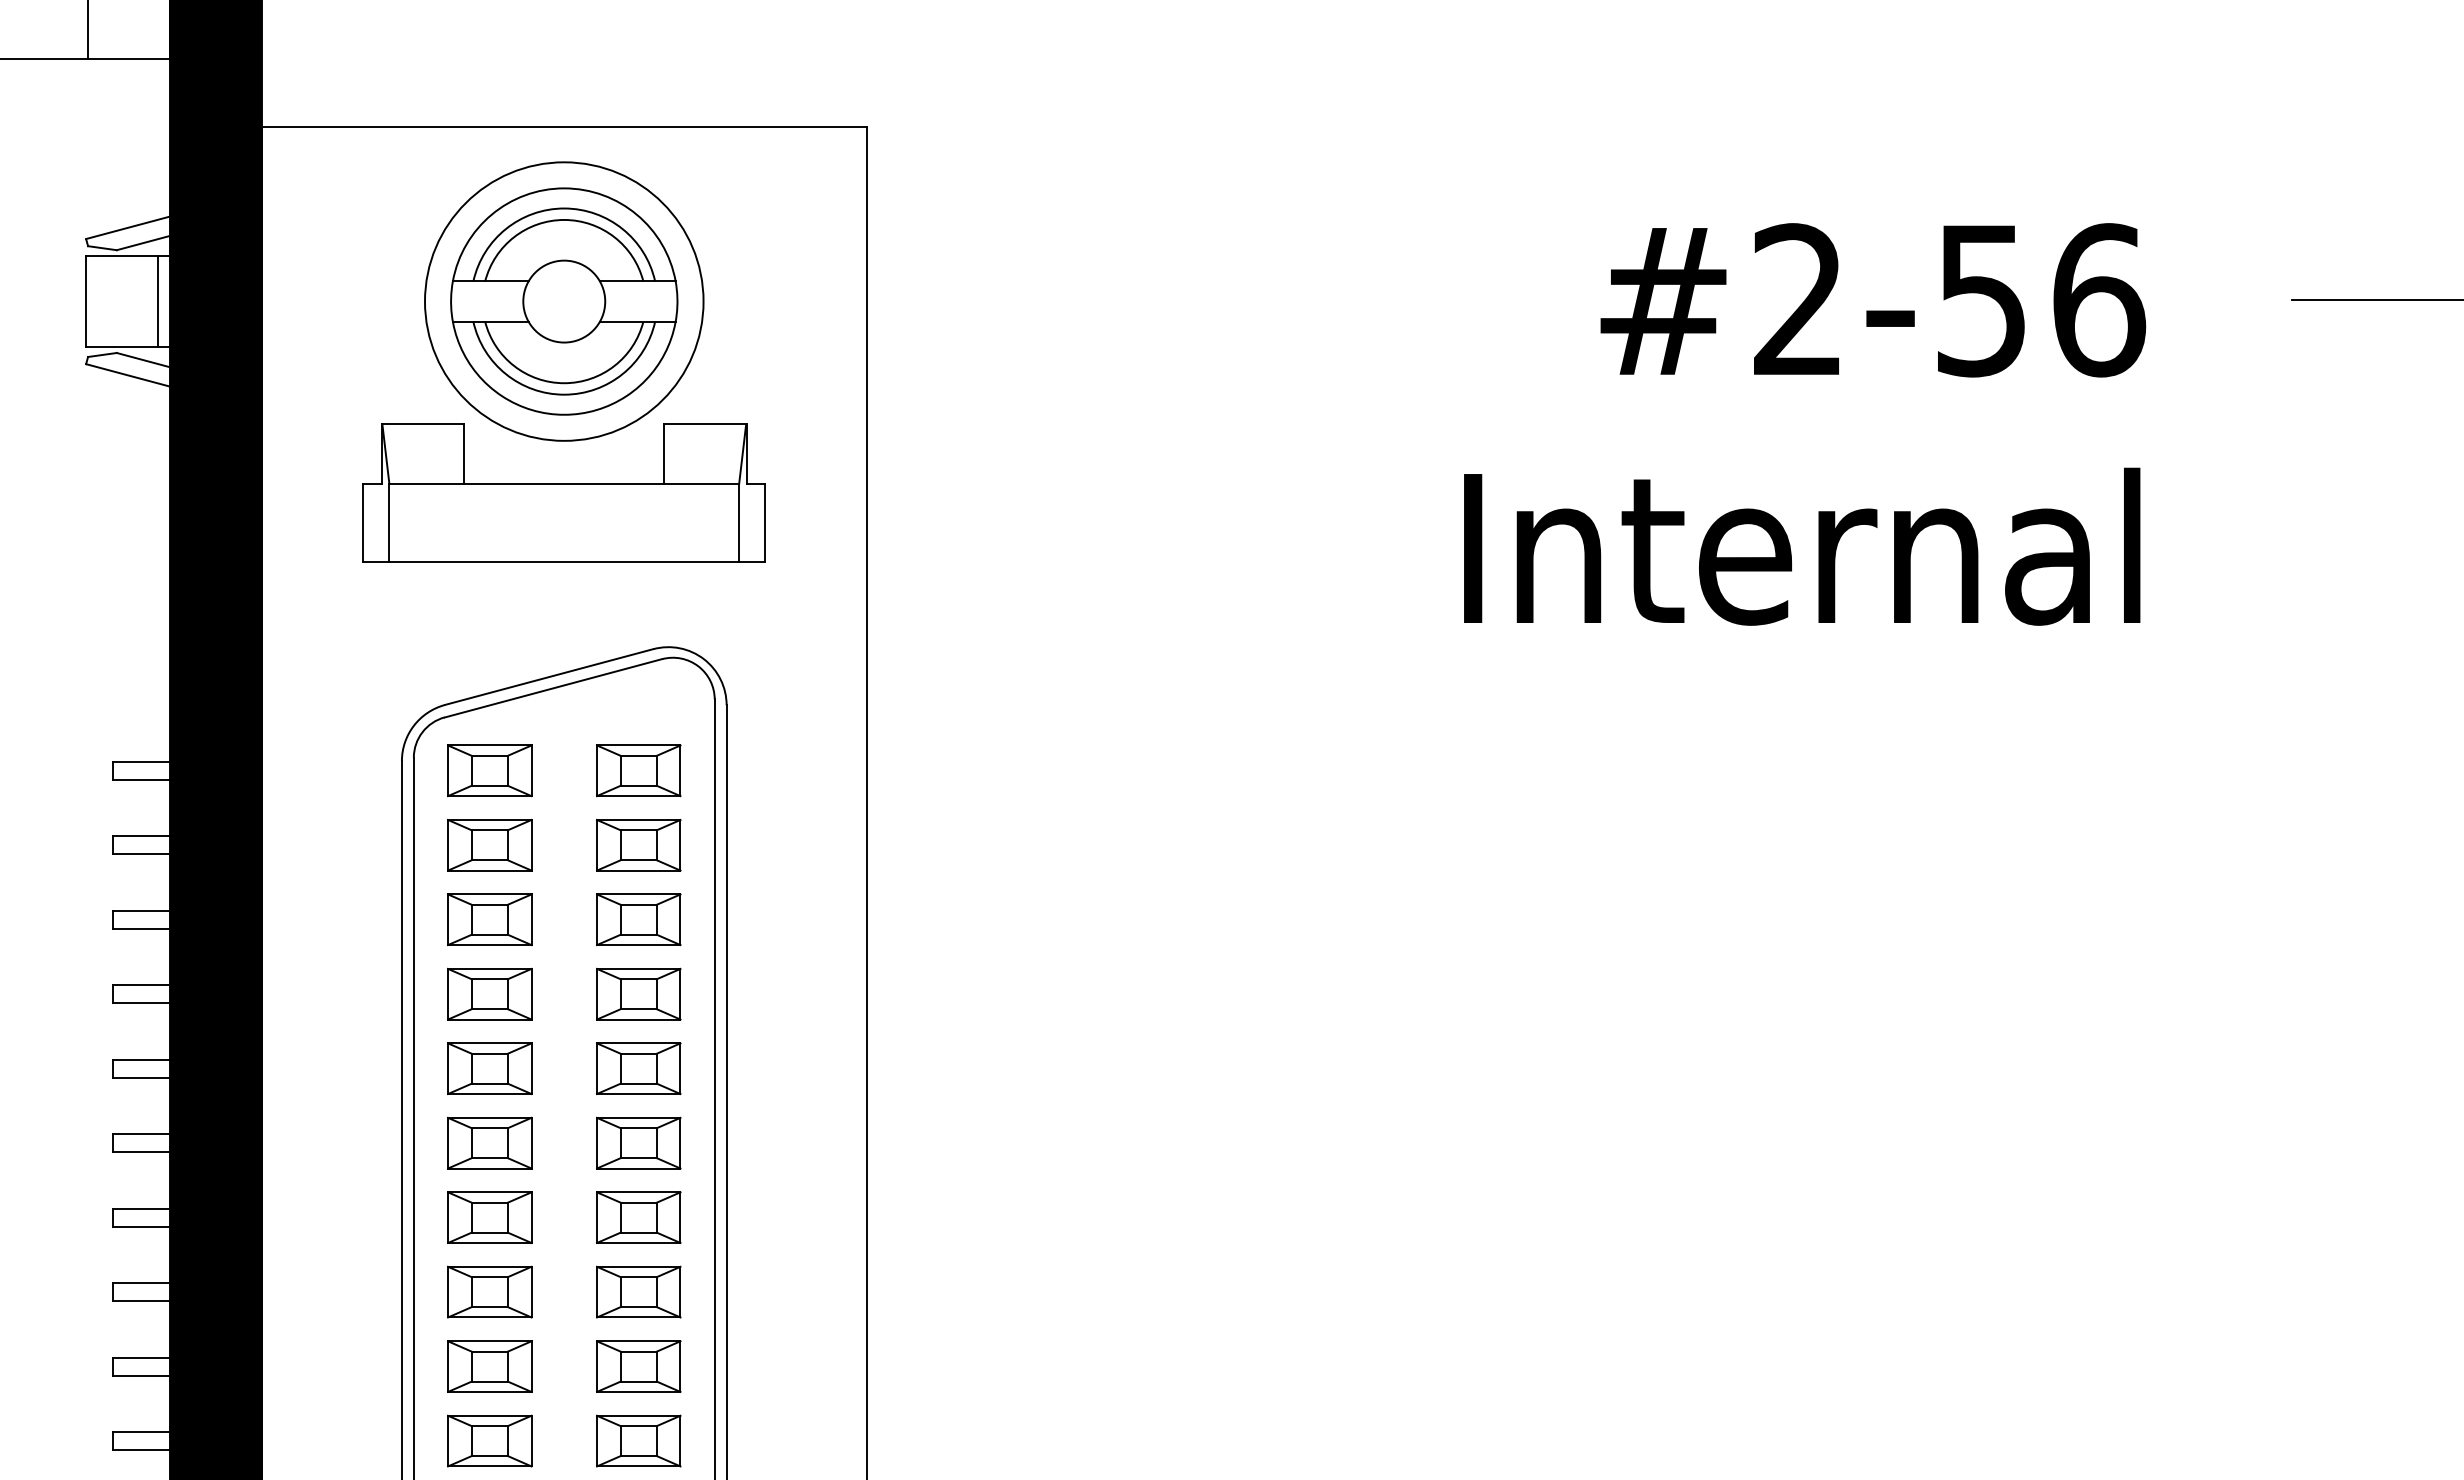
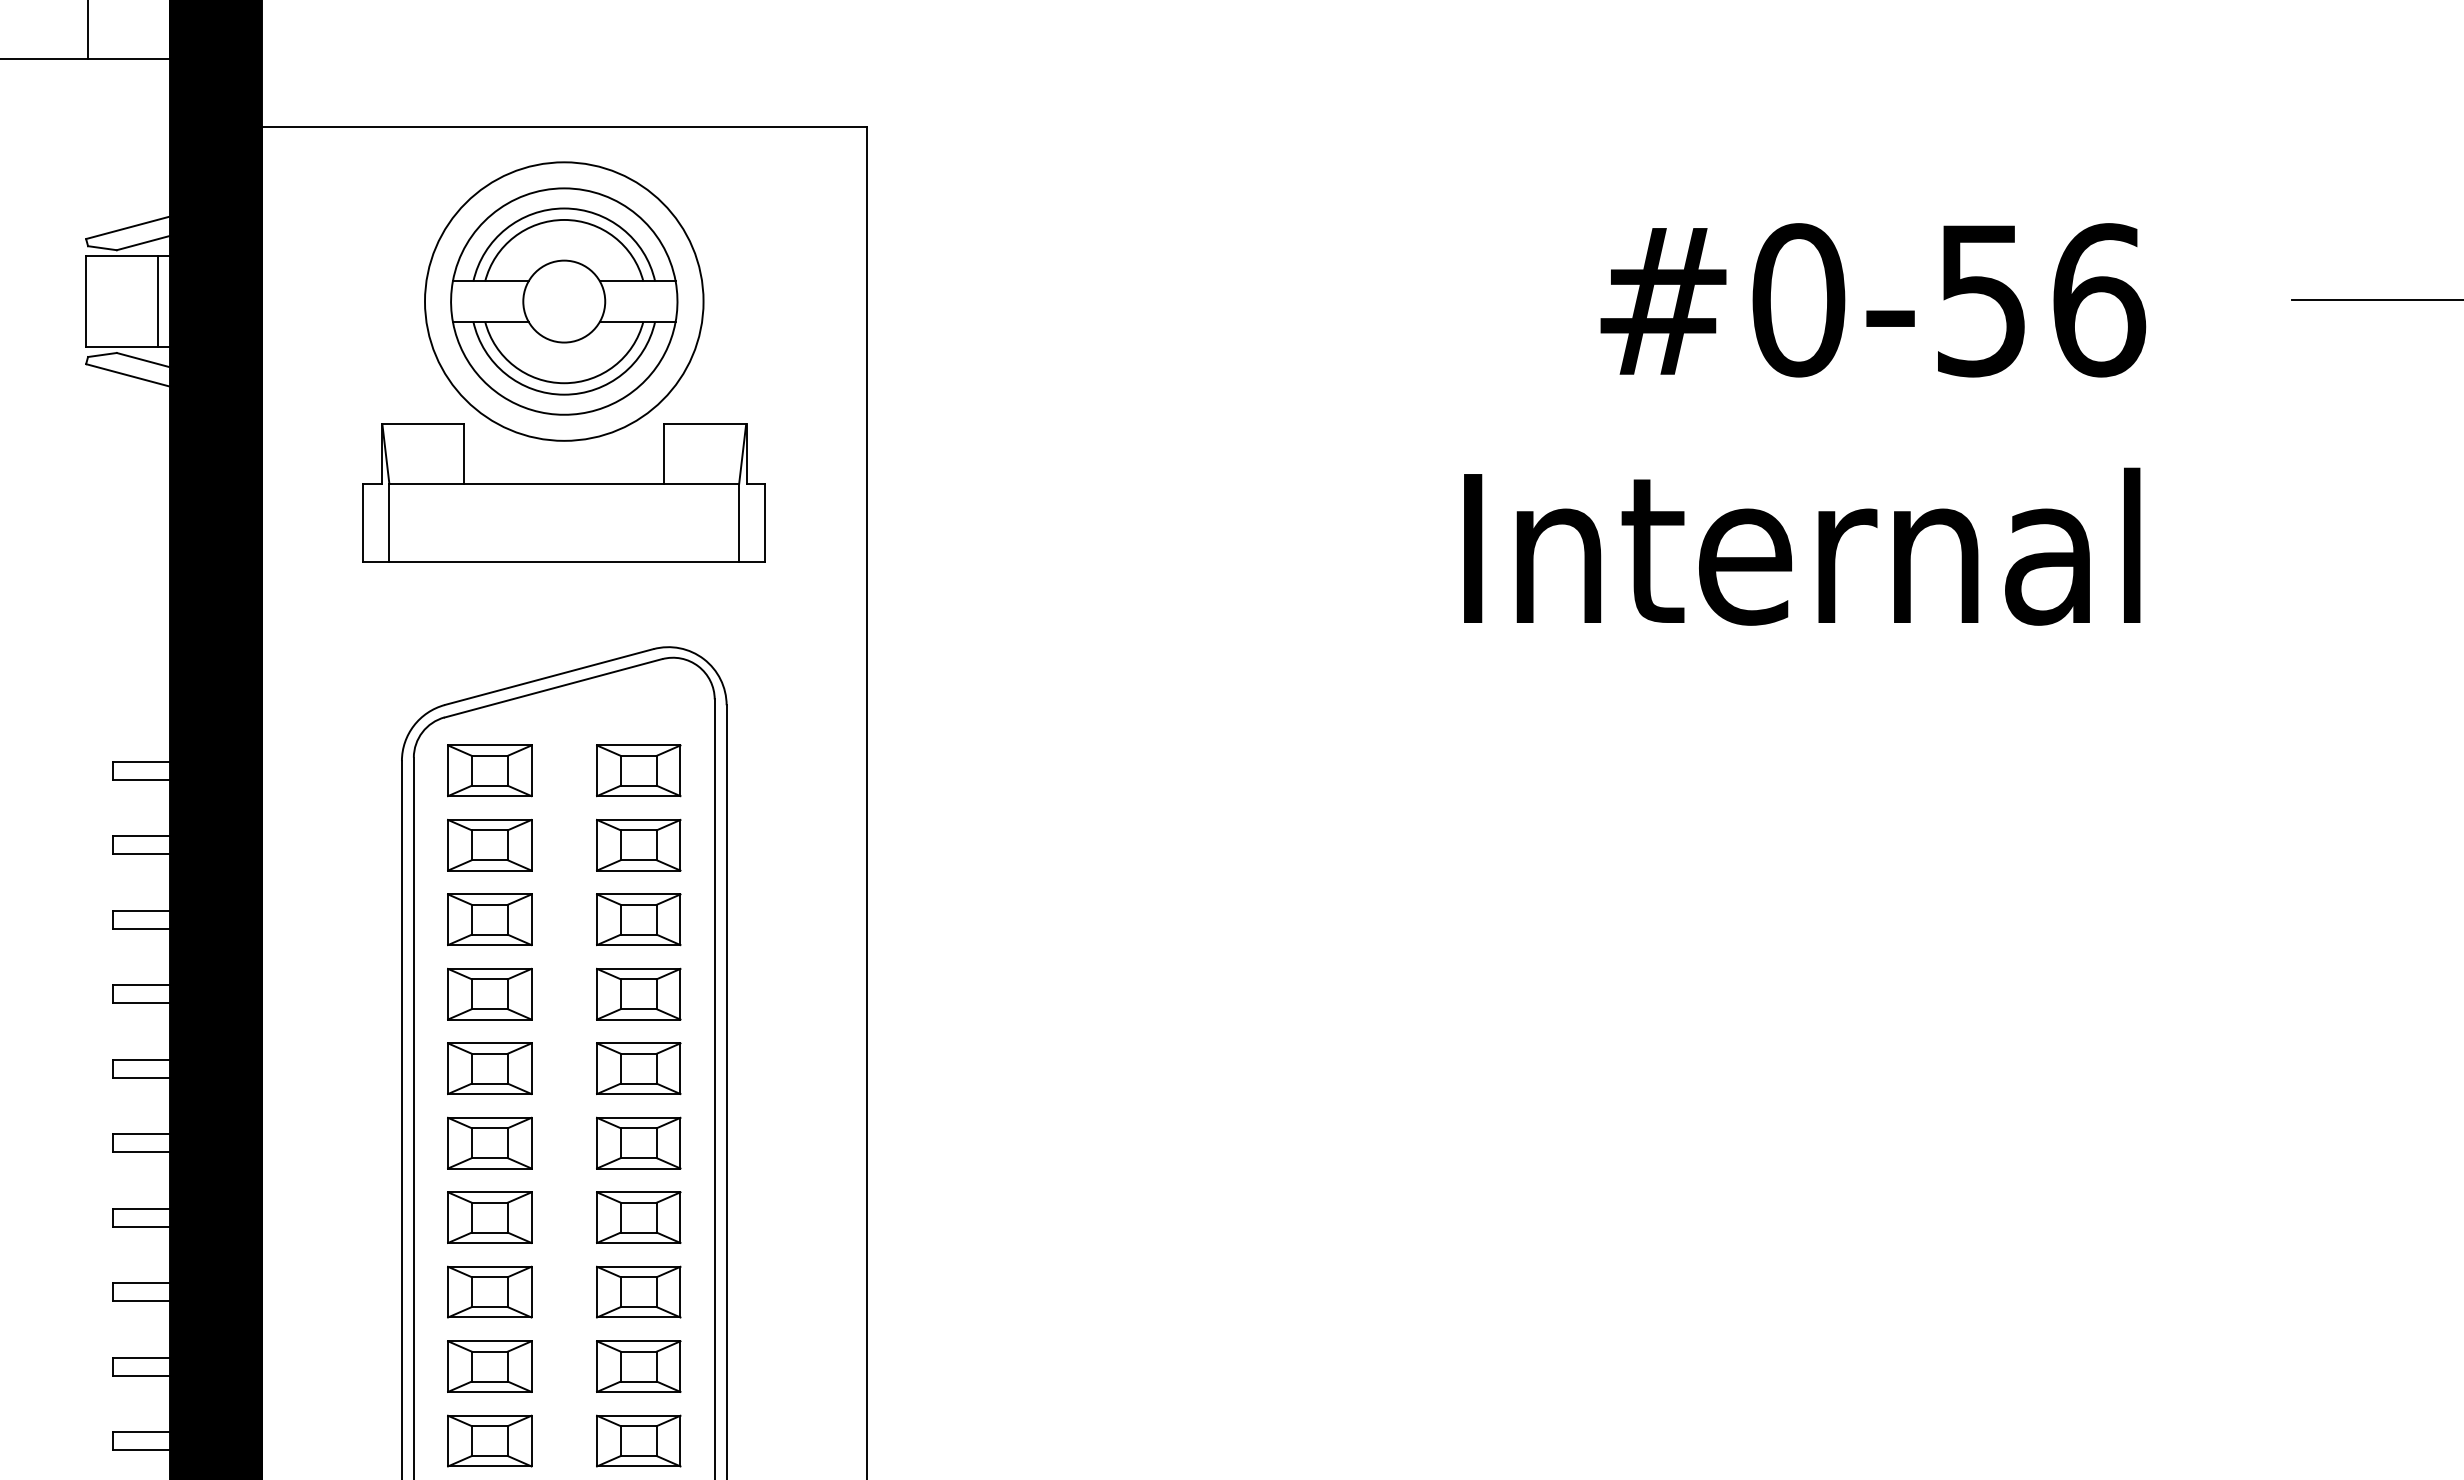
text at (1798, 300): #2-56 -> #0-56
